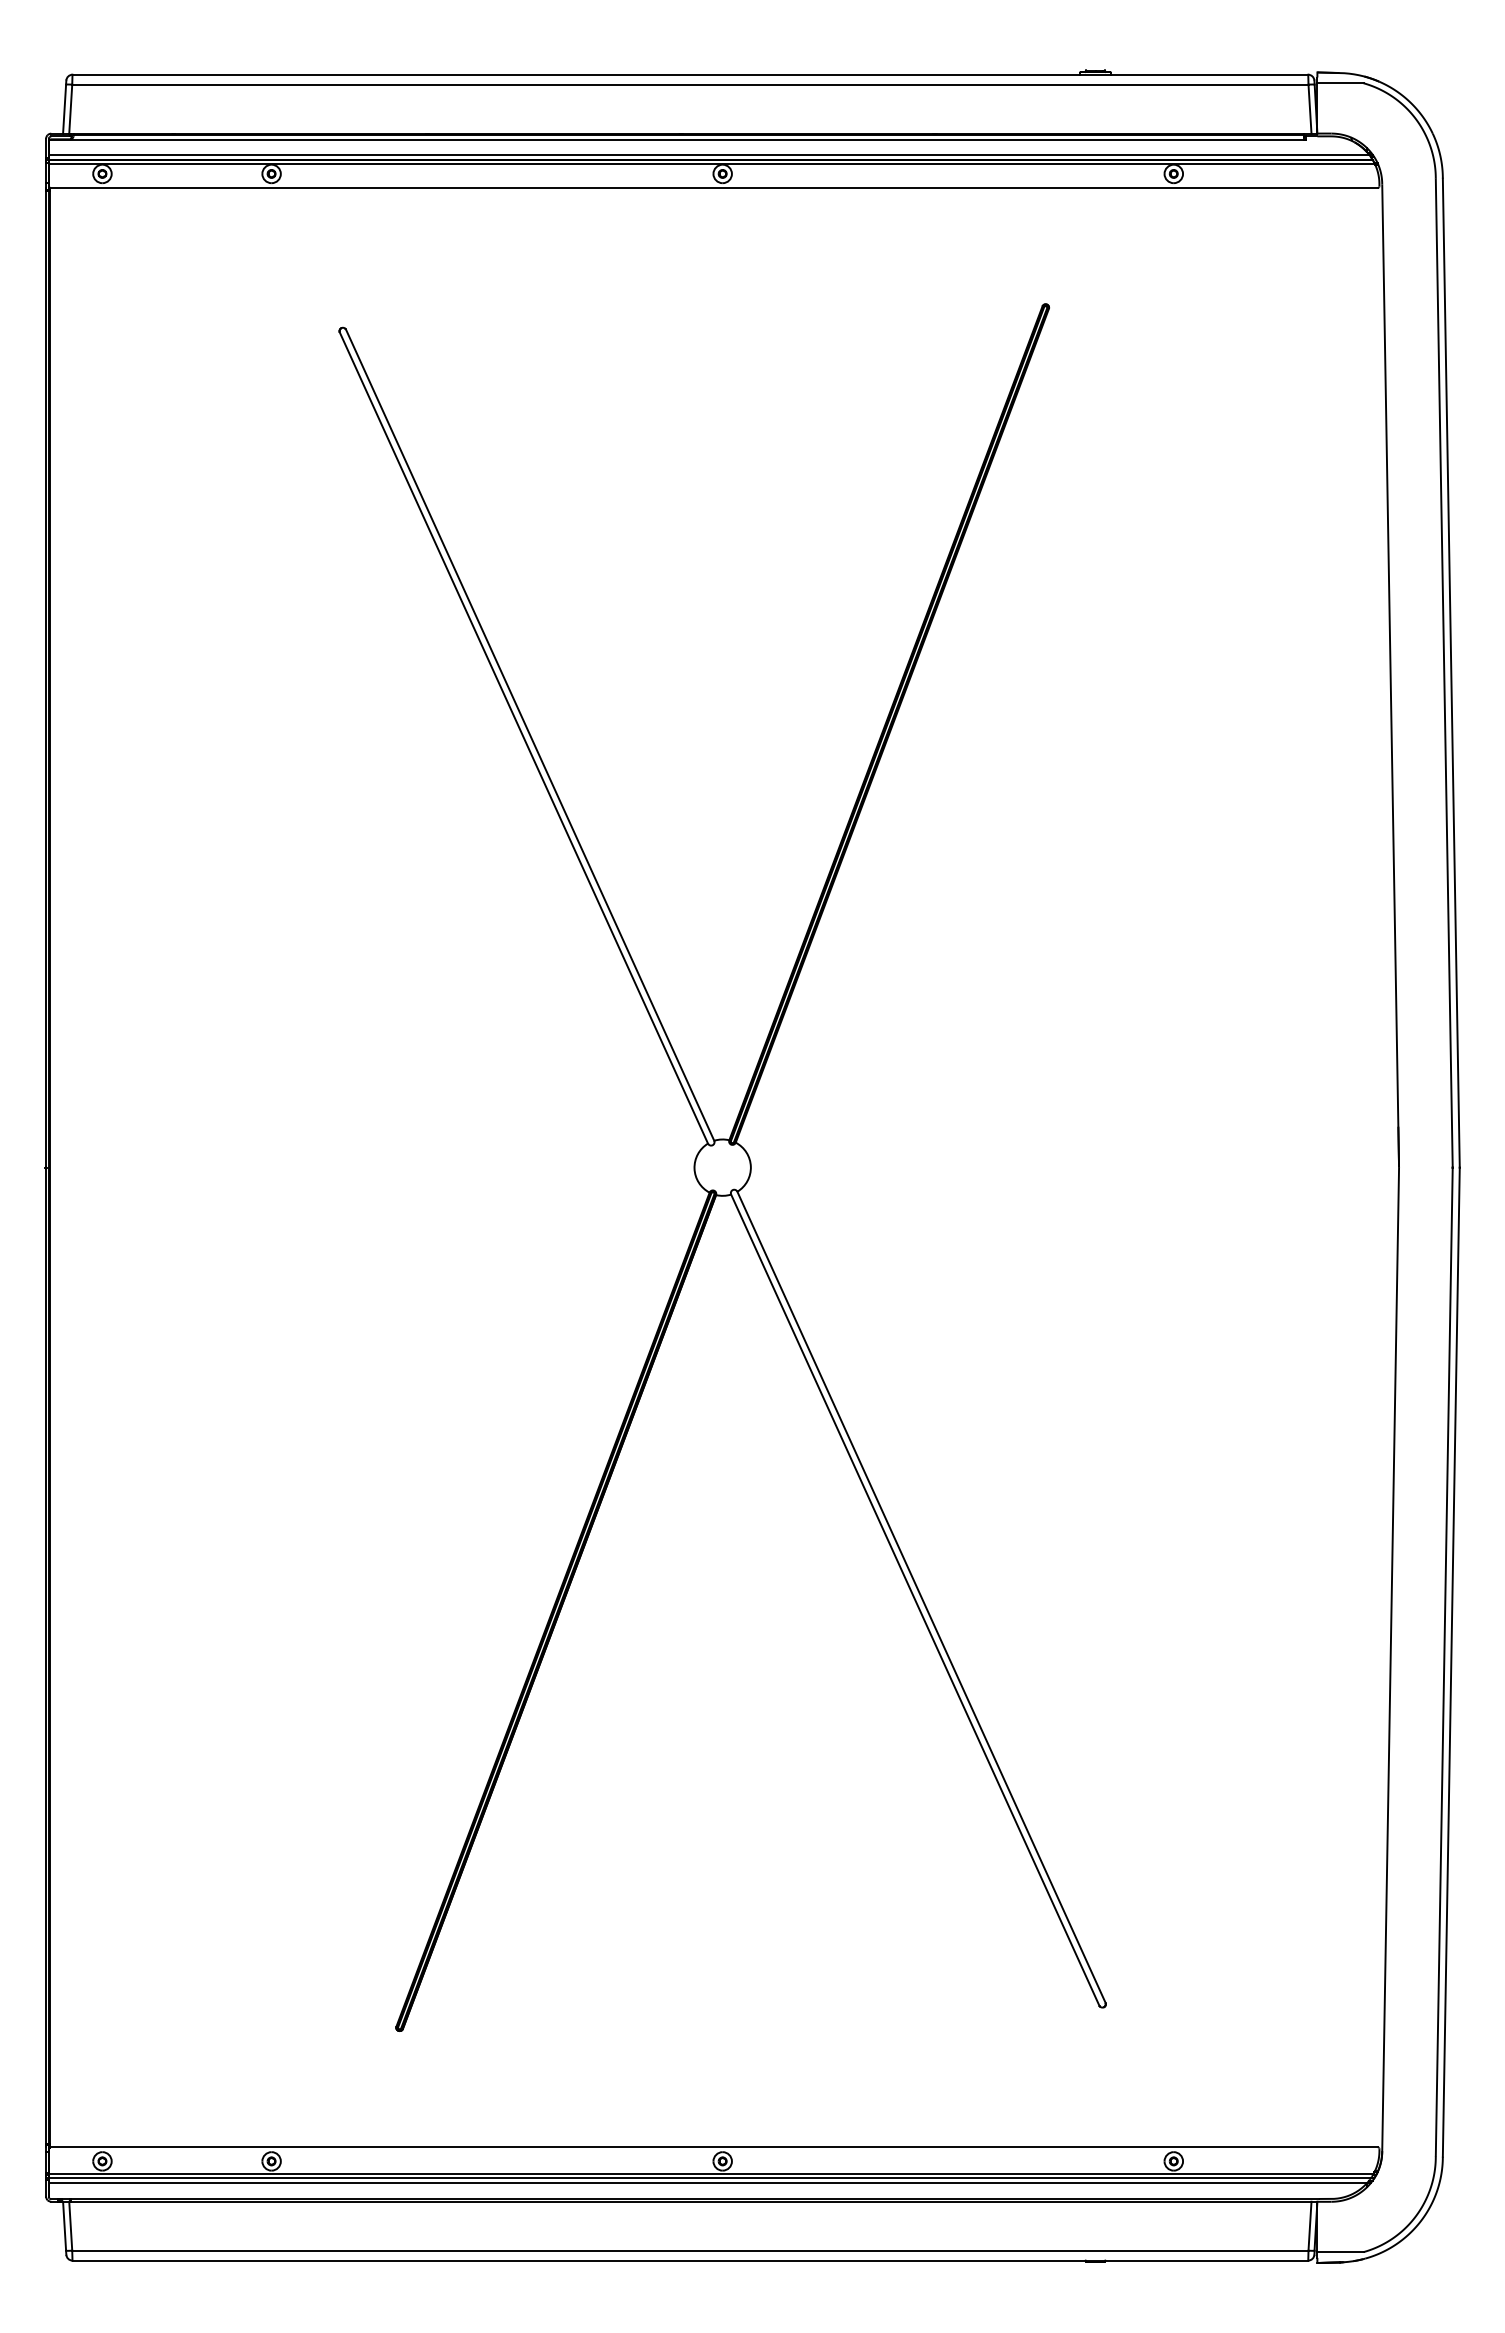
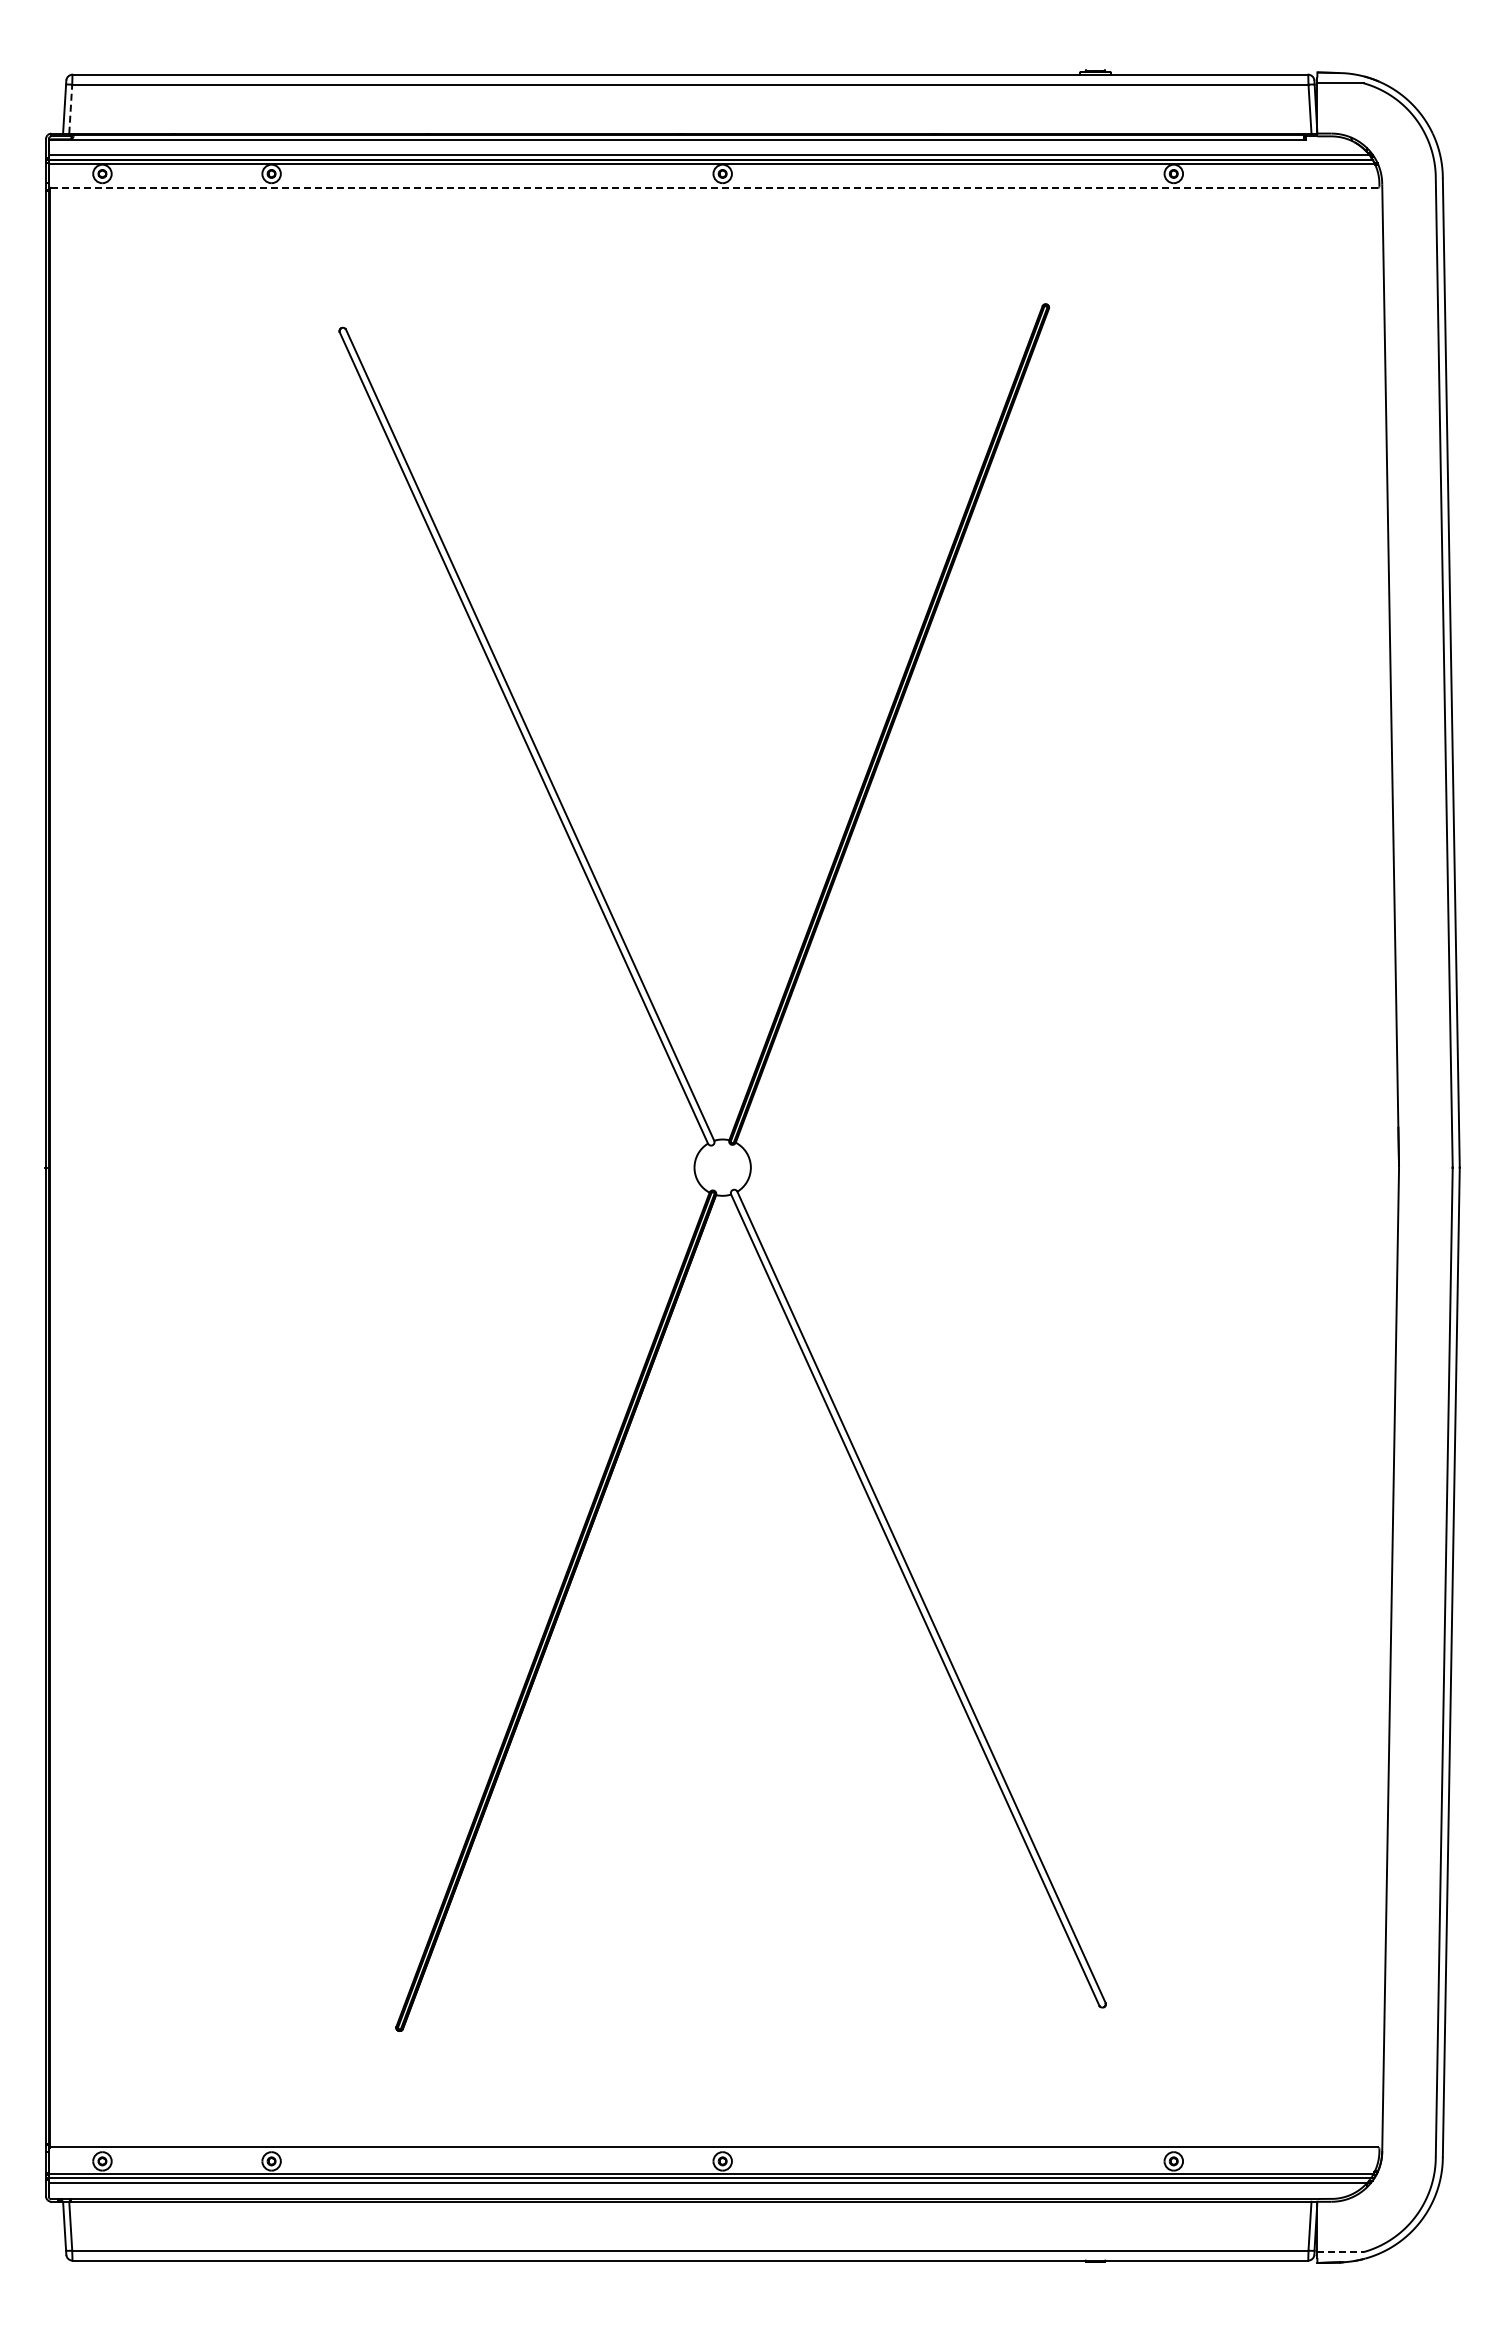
line at (70, 109): solid -> dashed
line at (713, 187): solid -> dashed
line at (1340, 2252): solid -> dashed
